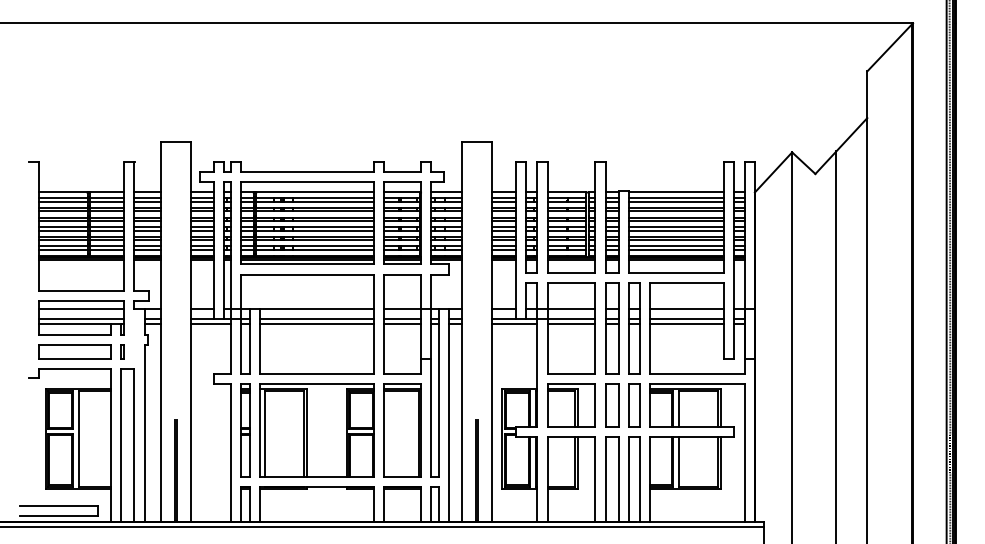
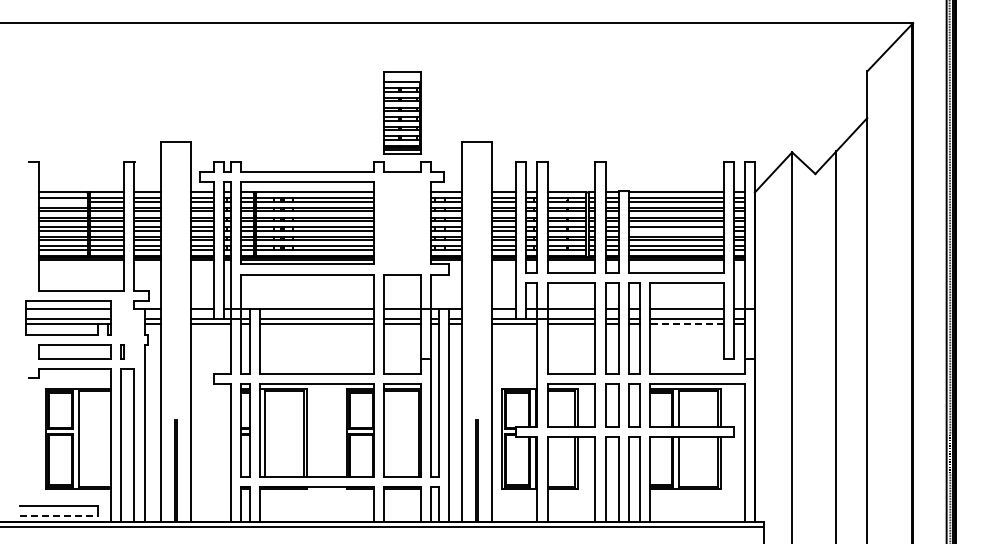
line at (63, 201): present -> none
part at (402, 222) position: (402, 222) -> (402, 112)
line at (676, 230): present -> none
part at (81, 317) position: (81, 317) -> (68, 317)
line at (687, 323): solid -> dashed
line at (59, 516): solid -> dashed
